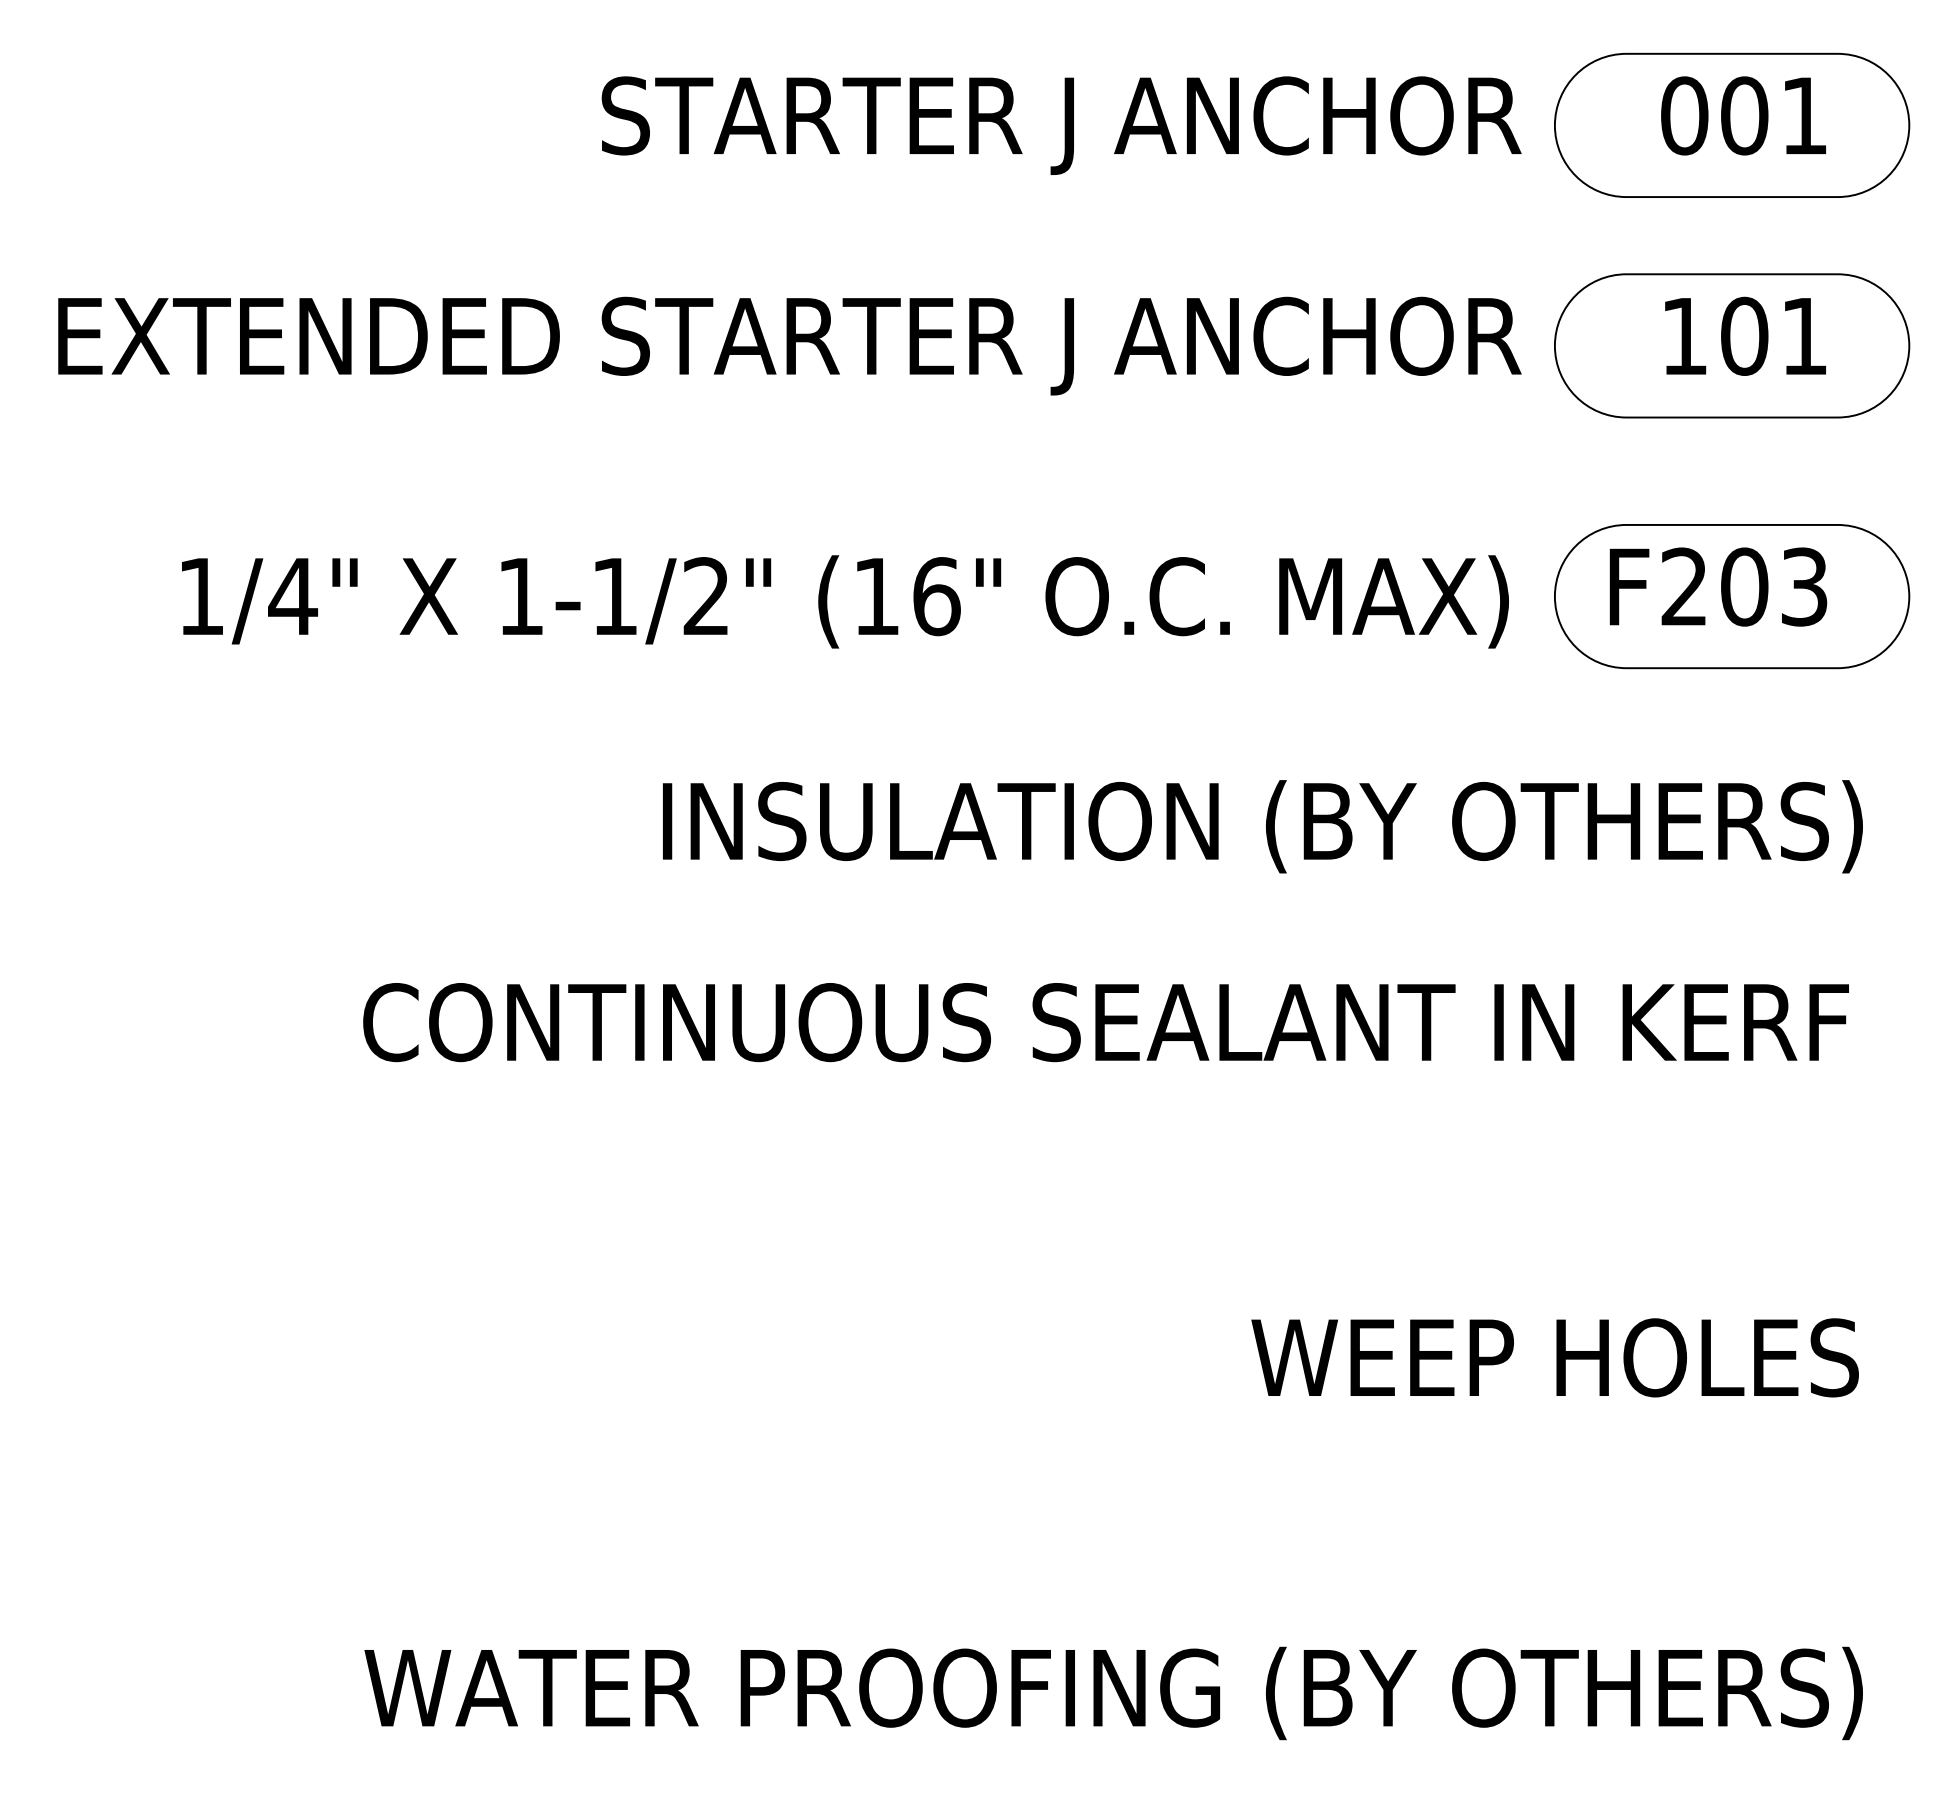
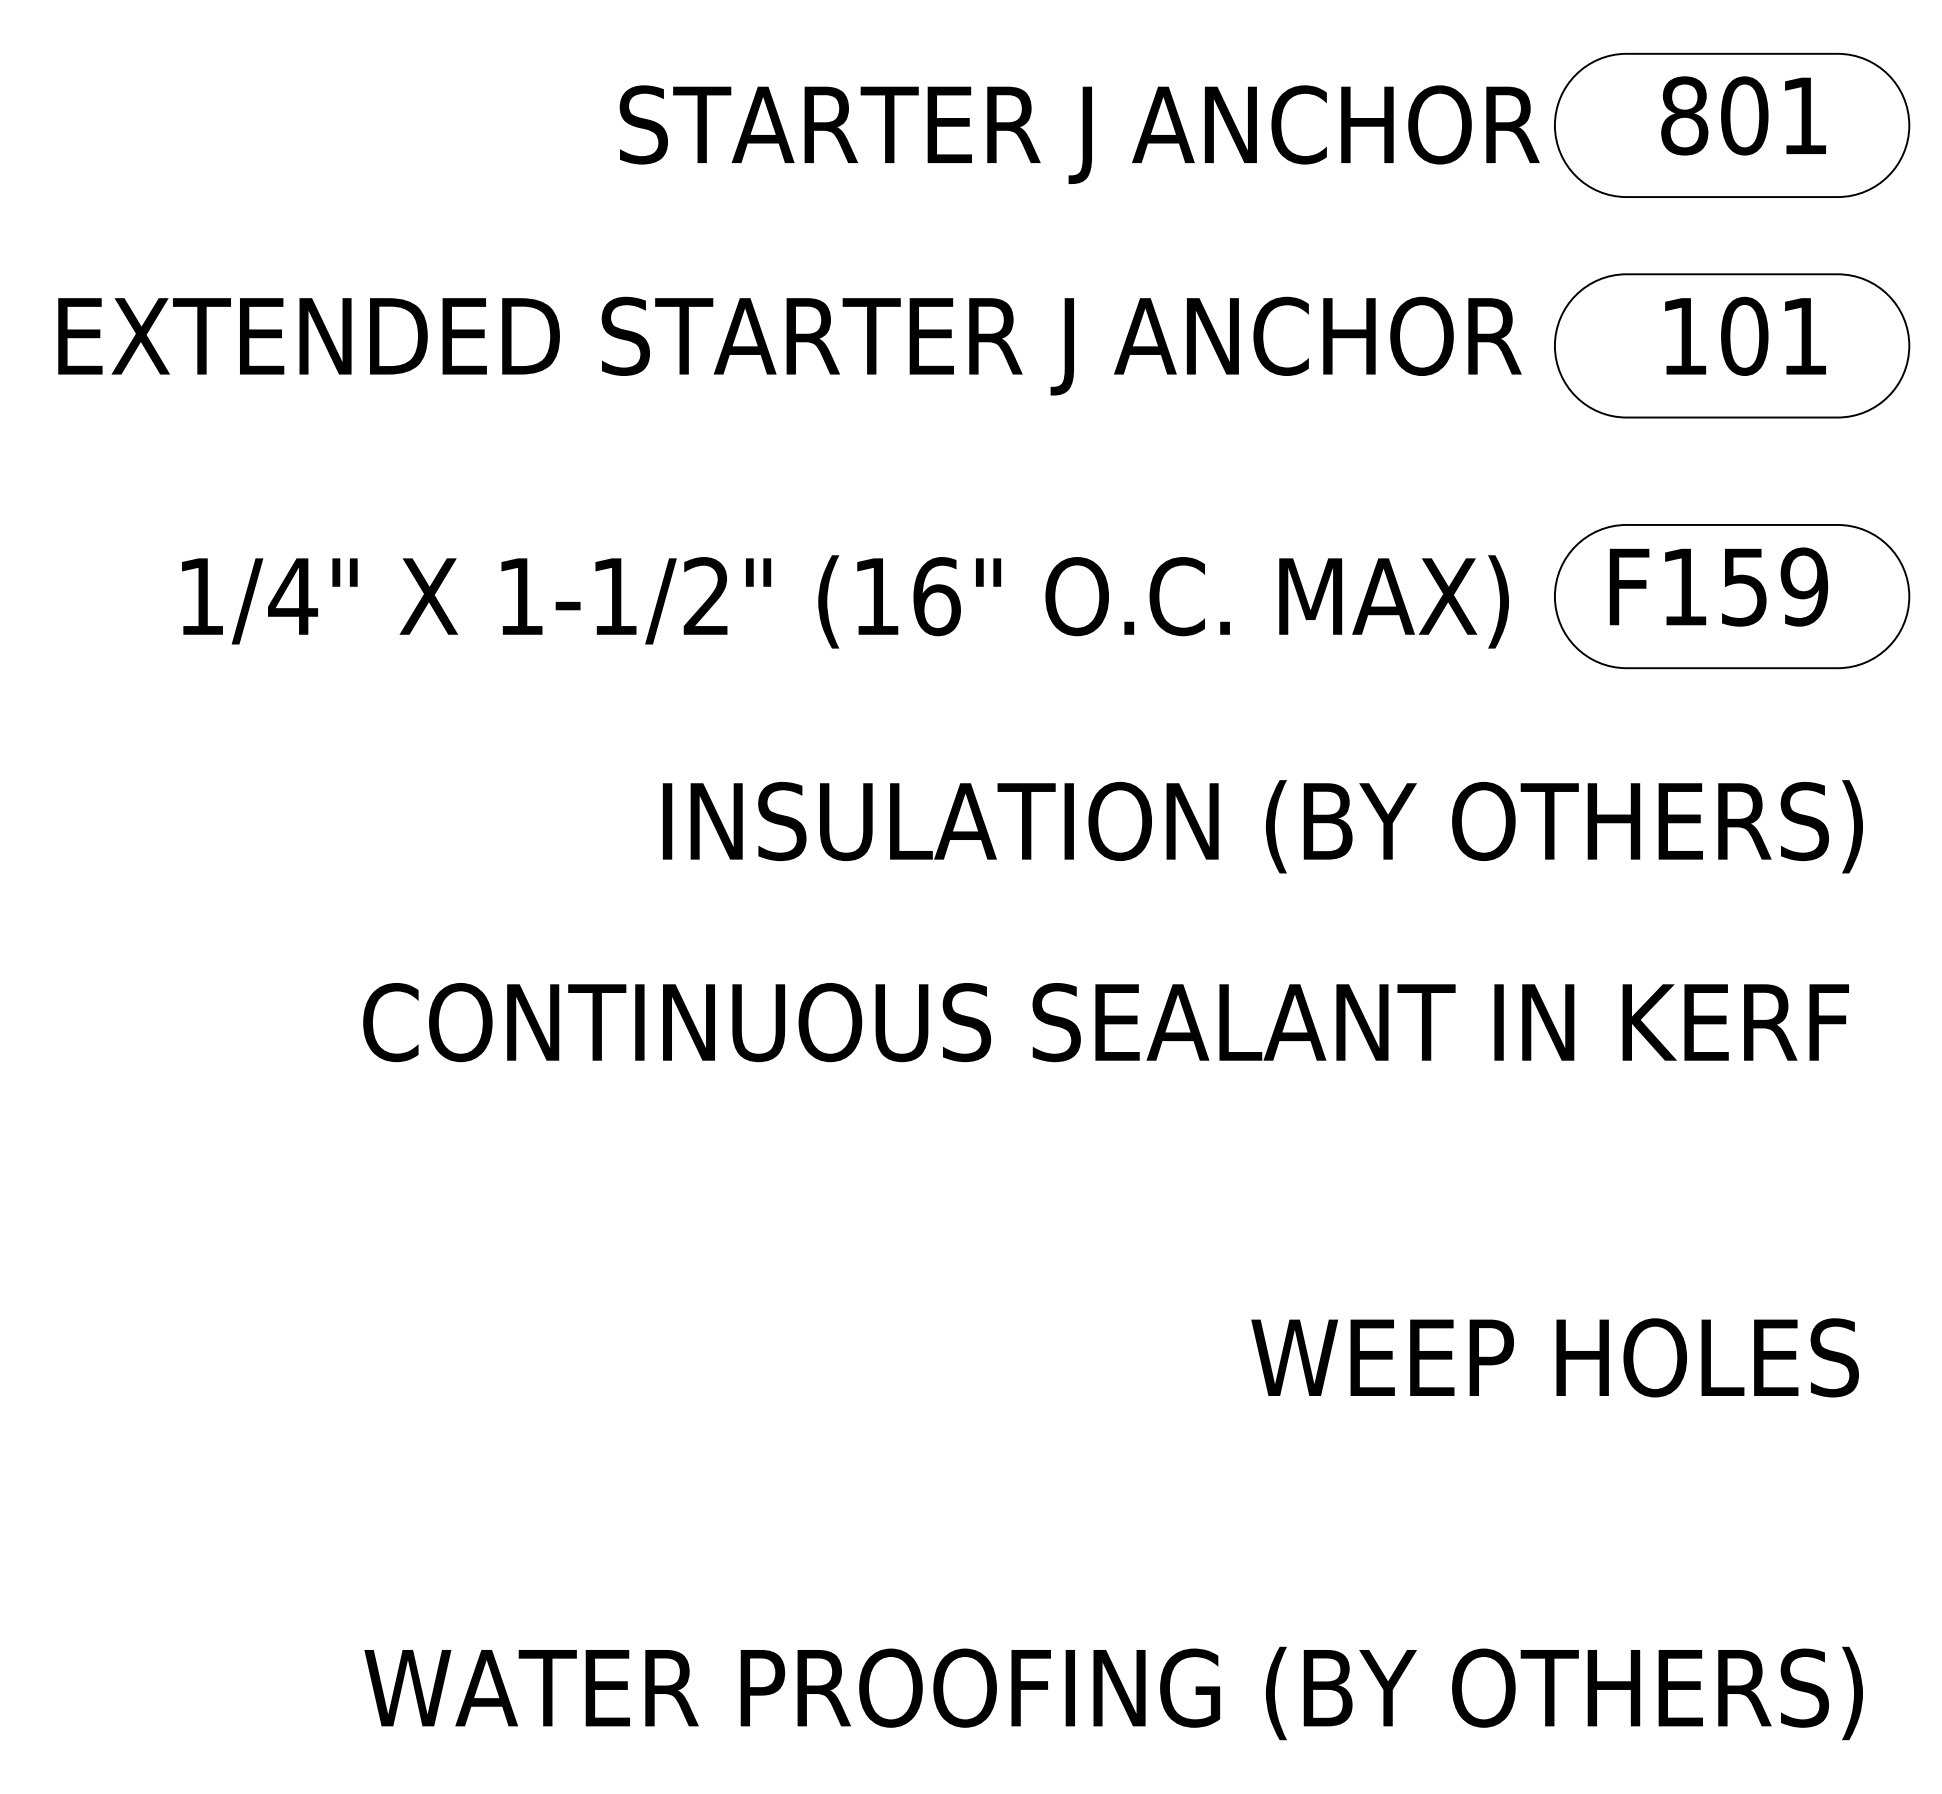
text at (1684, 115): 001 -> 801
text at (1061, 125) position: (1061, 125) -> (1079, 134)
text at (1744, 586): F203 -> F159
